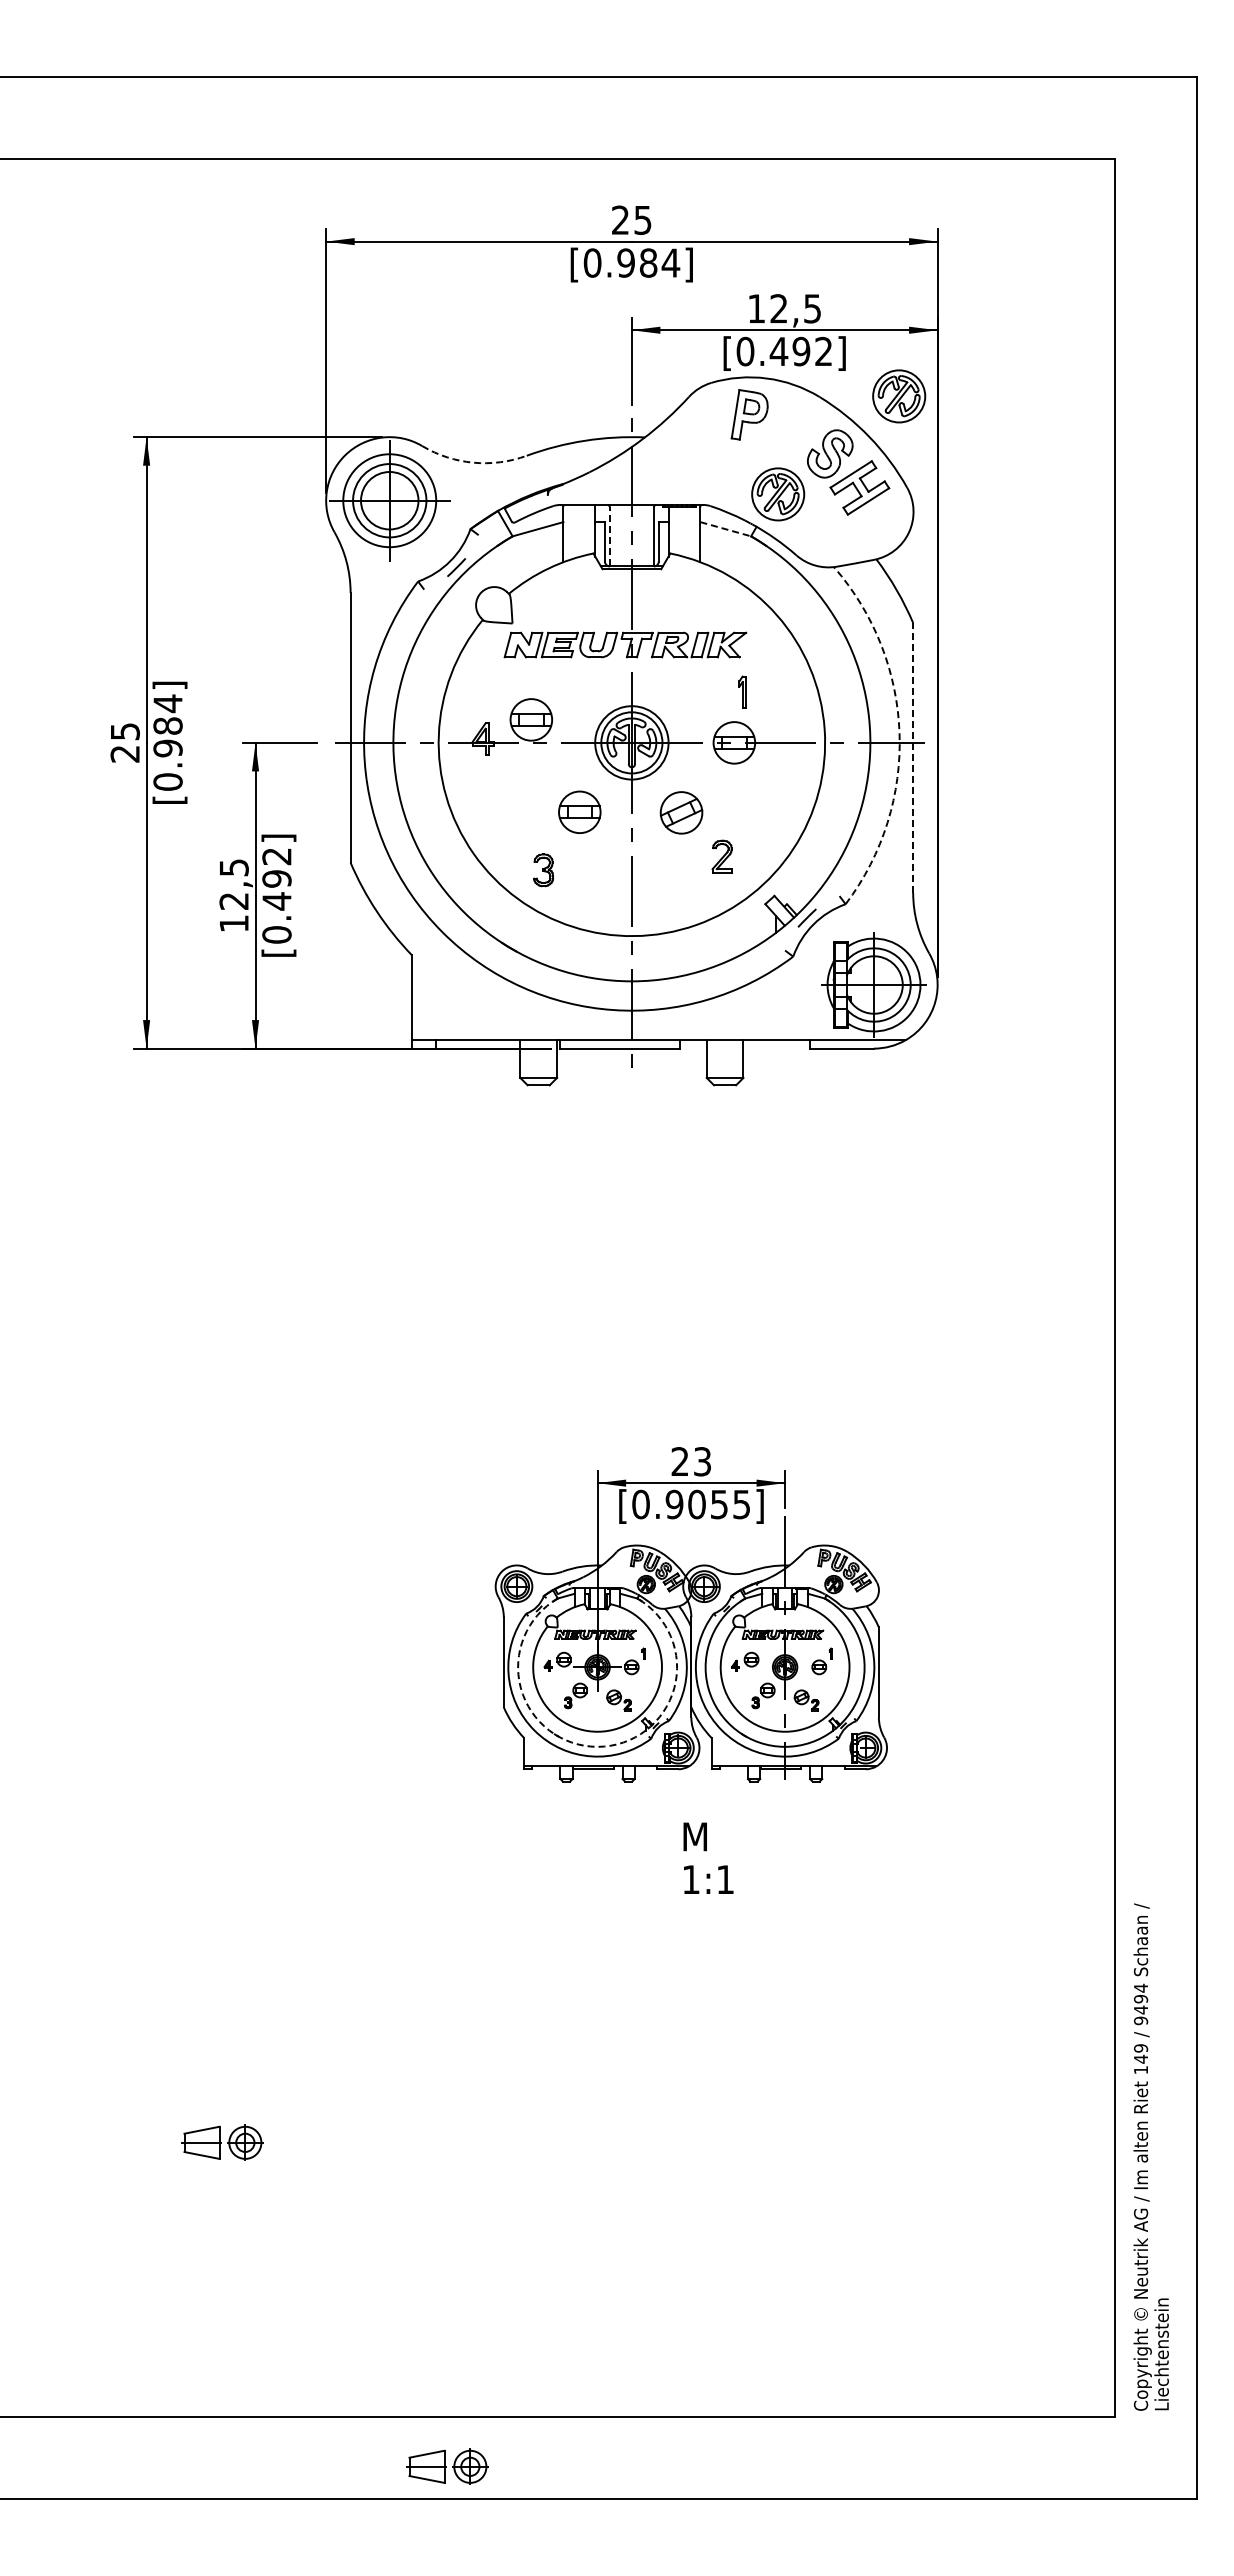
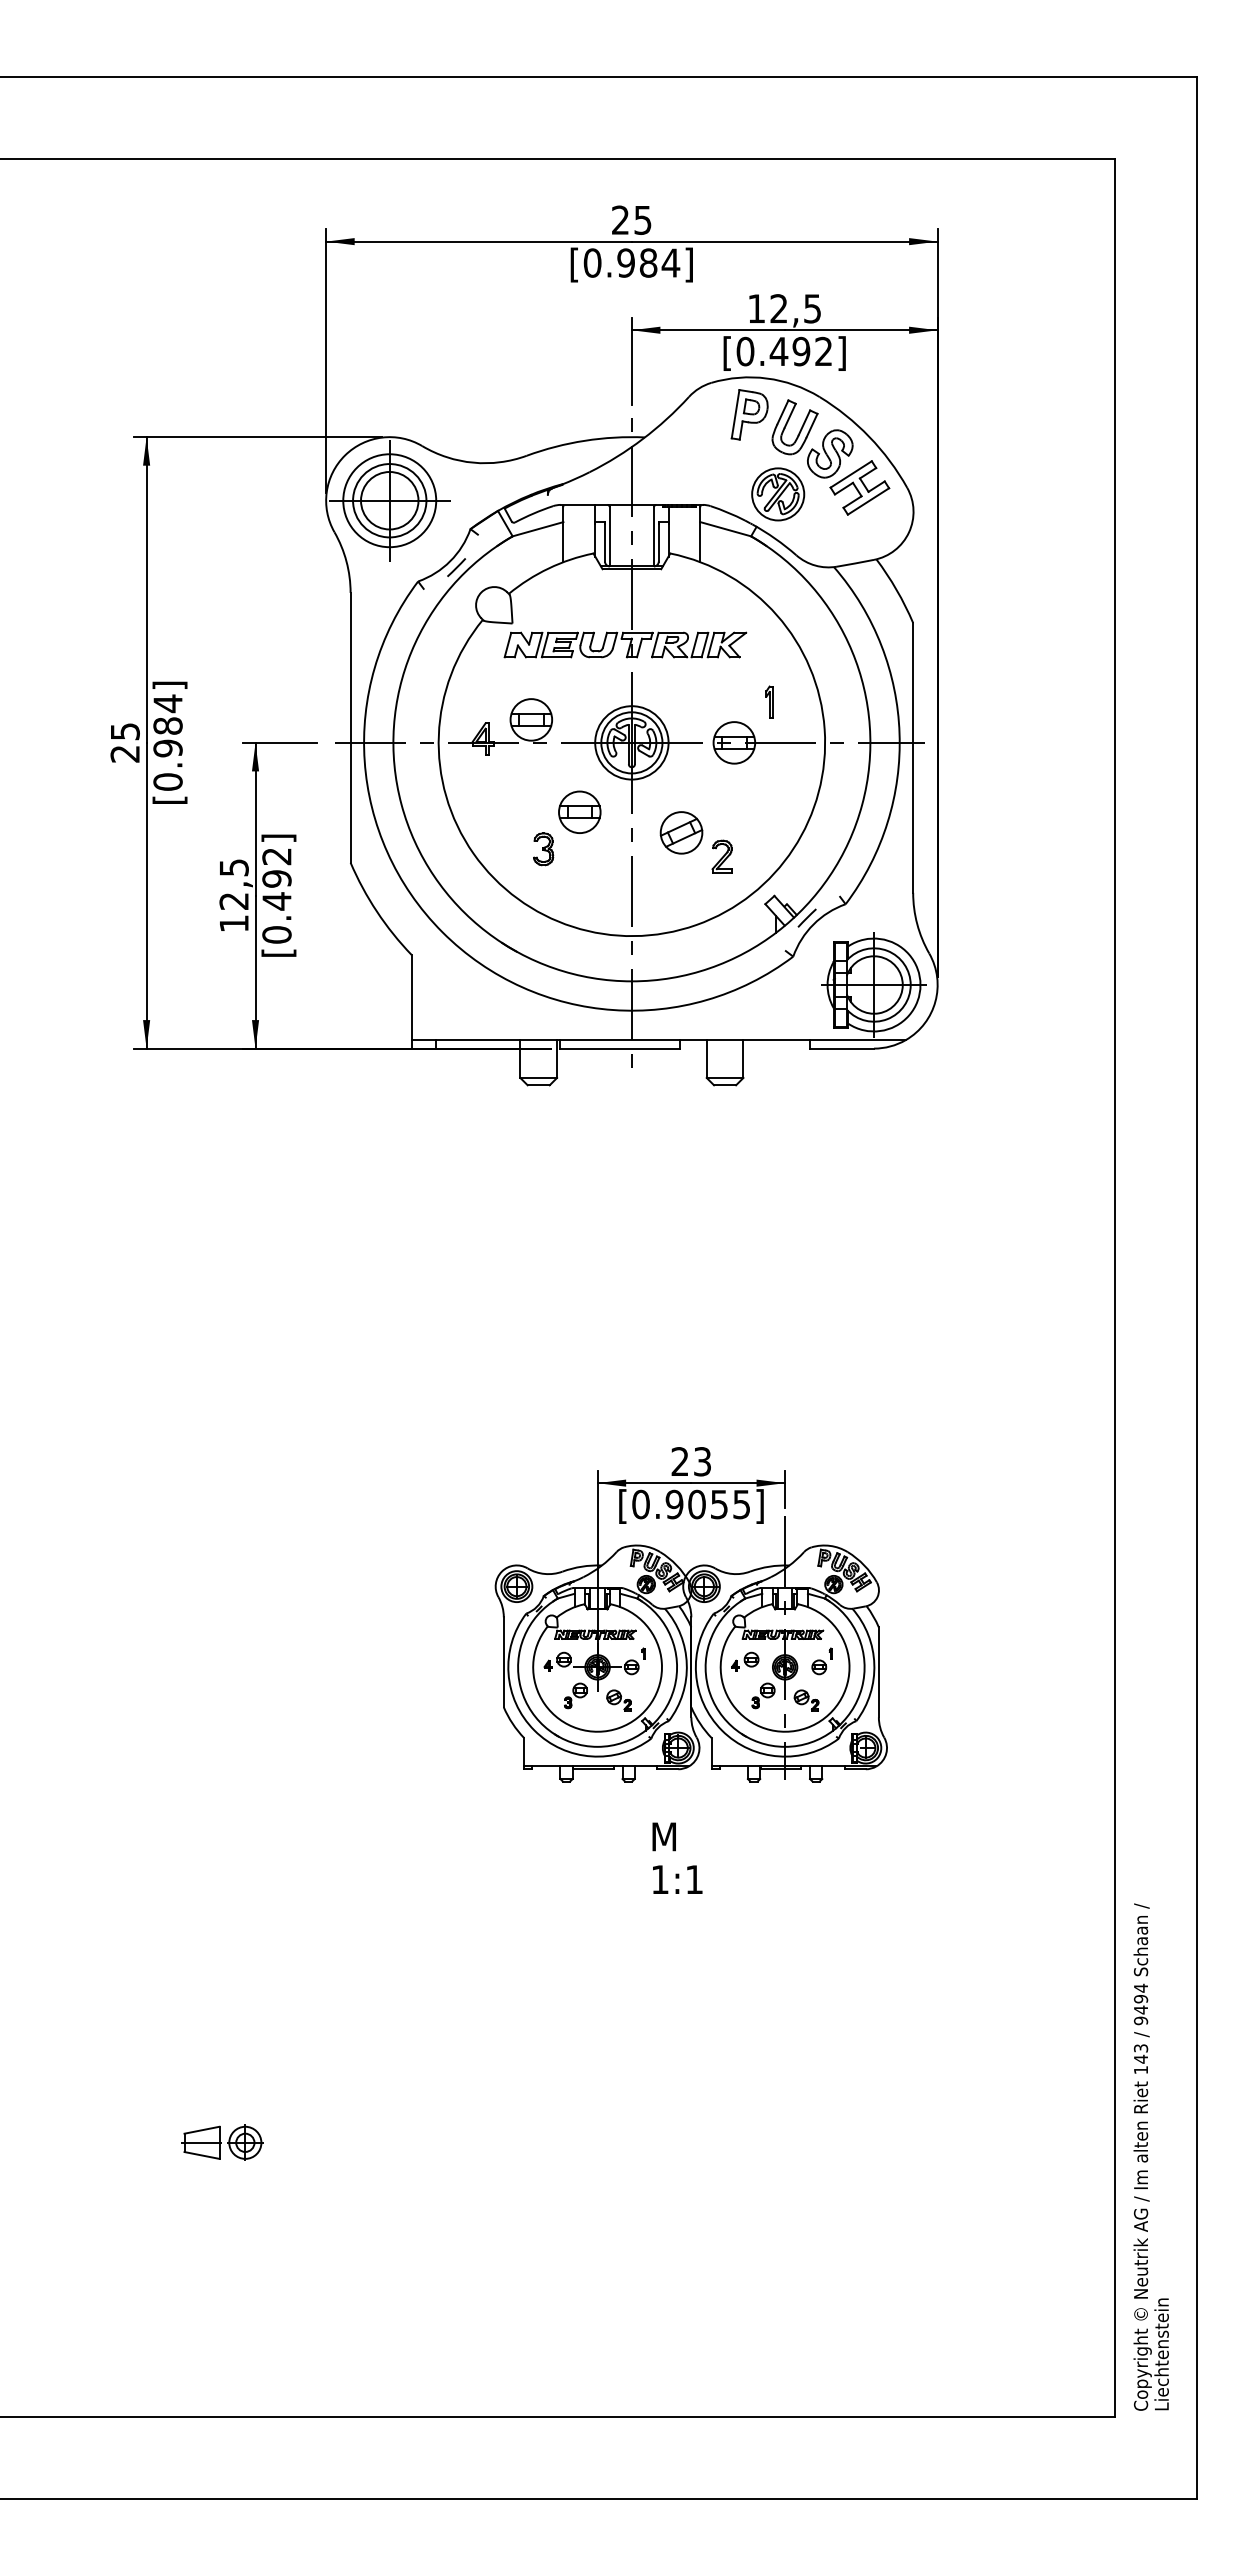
part at (899, 396): present -> none
part at (794, 427): none -> present
arc at (473, 462): dashed -> solid
line at (726, 529): dashed -> solid
line at (609, 536): dashed -> solid
part at (742, 691) position: (742, 691) -> (769, 701)
arc at (899, 733): dashed -> solid
line at (913, 757): dashed -> solid
part at (681, 812) position: (681, 812) -> (681, 832)
part at (543, 870) position: (543, 870) -> (543, 849)
arc at (597, 1746): dashed -> solid
text at (708, 1857) position: (708, 1857) -> (677, 1857)
text at (1140, 2048): 149 -> 143
part at (447, 2466): present -> none
